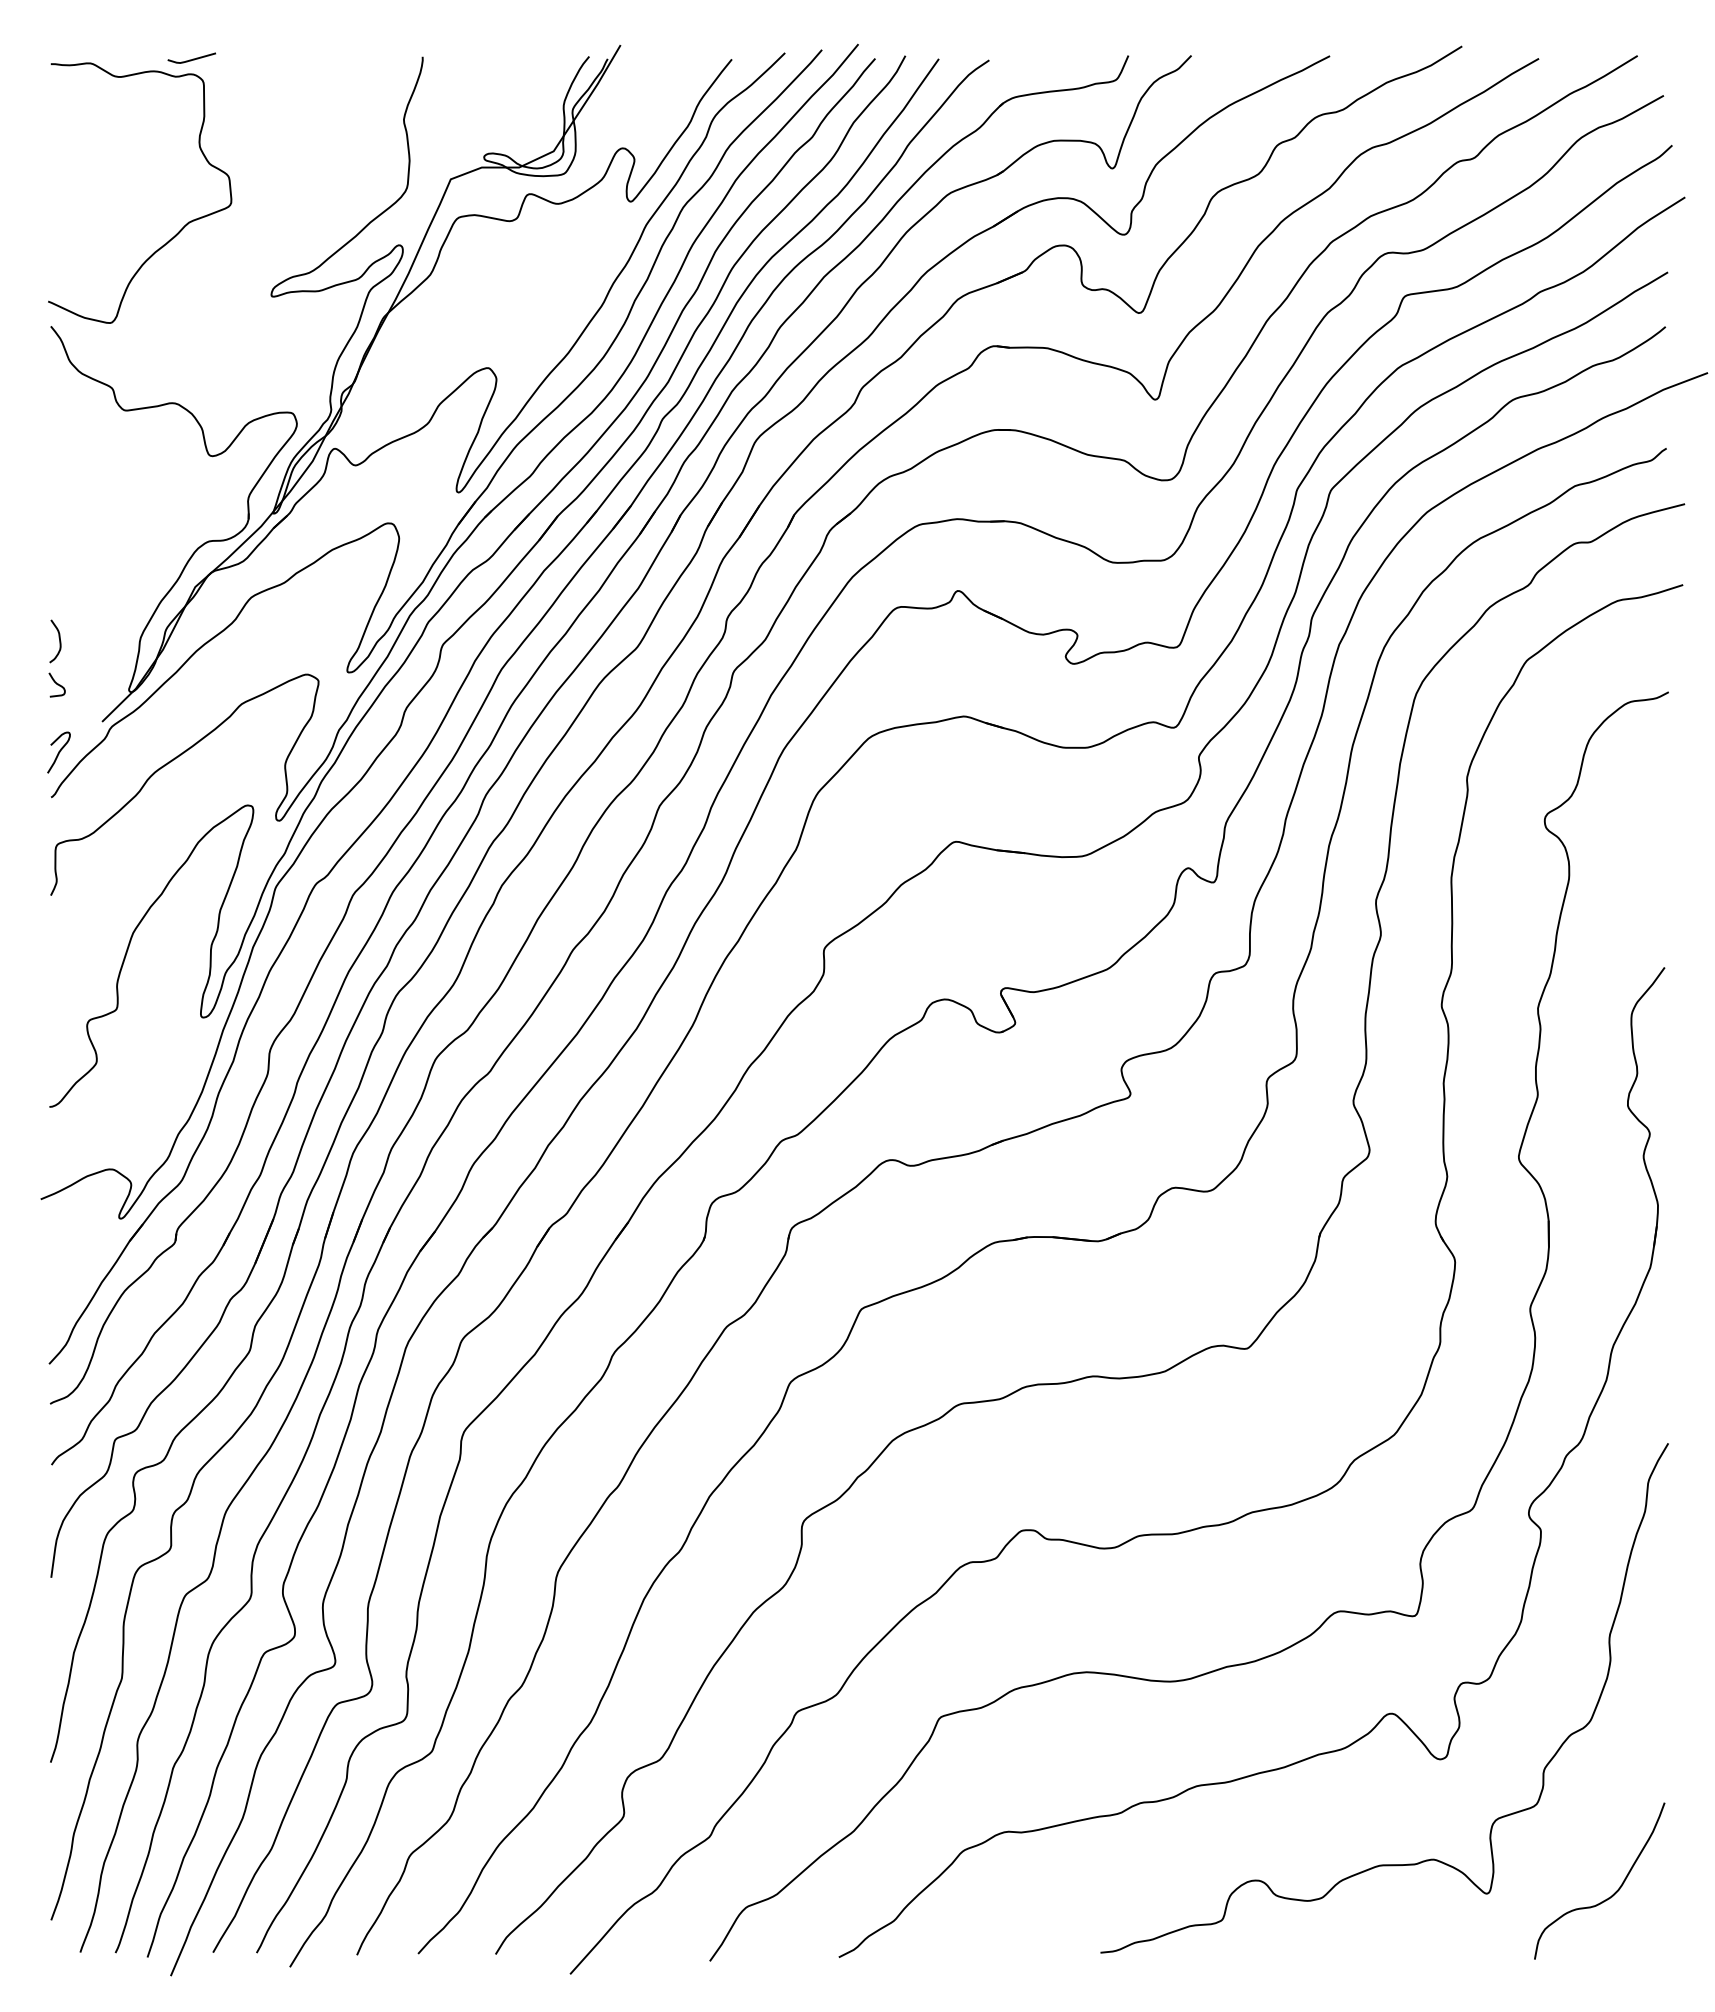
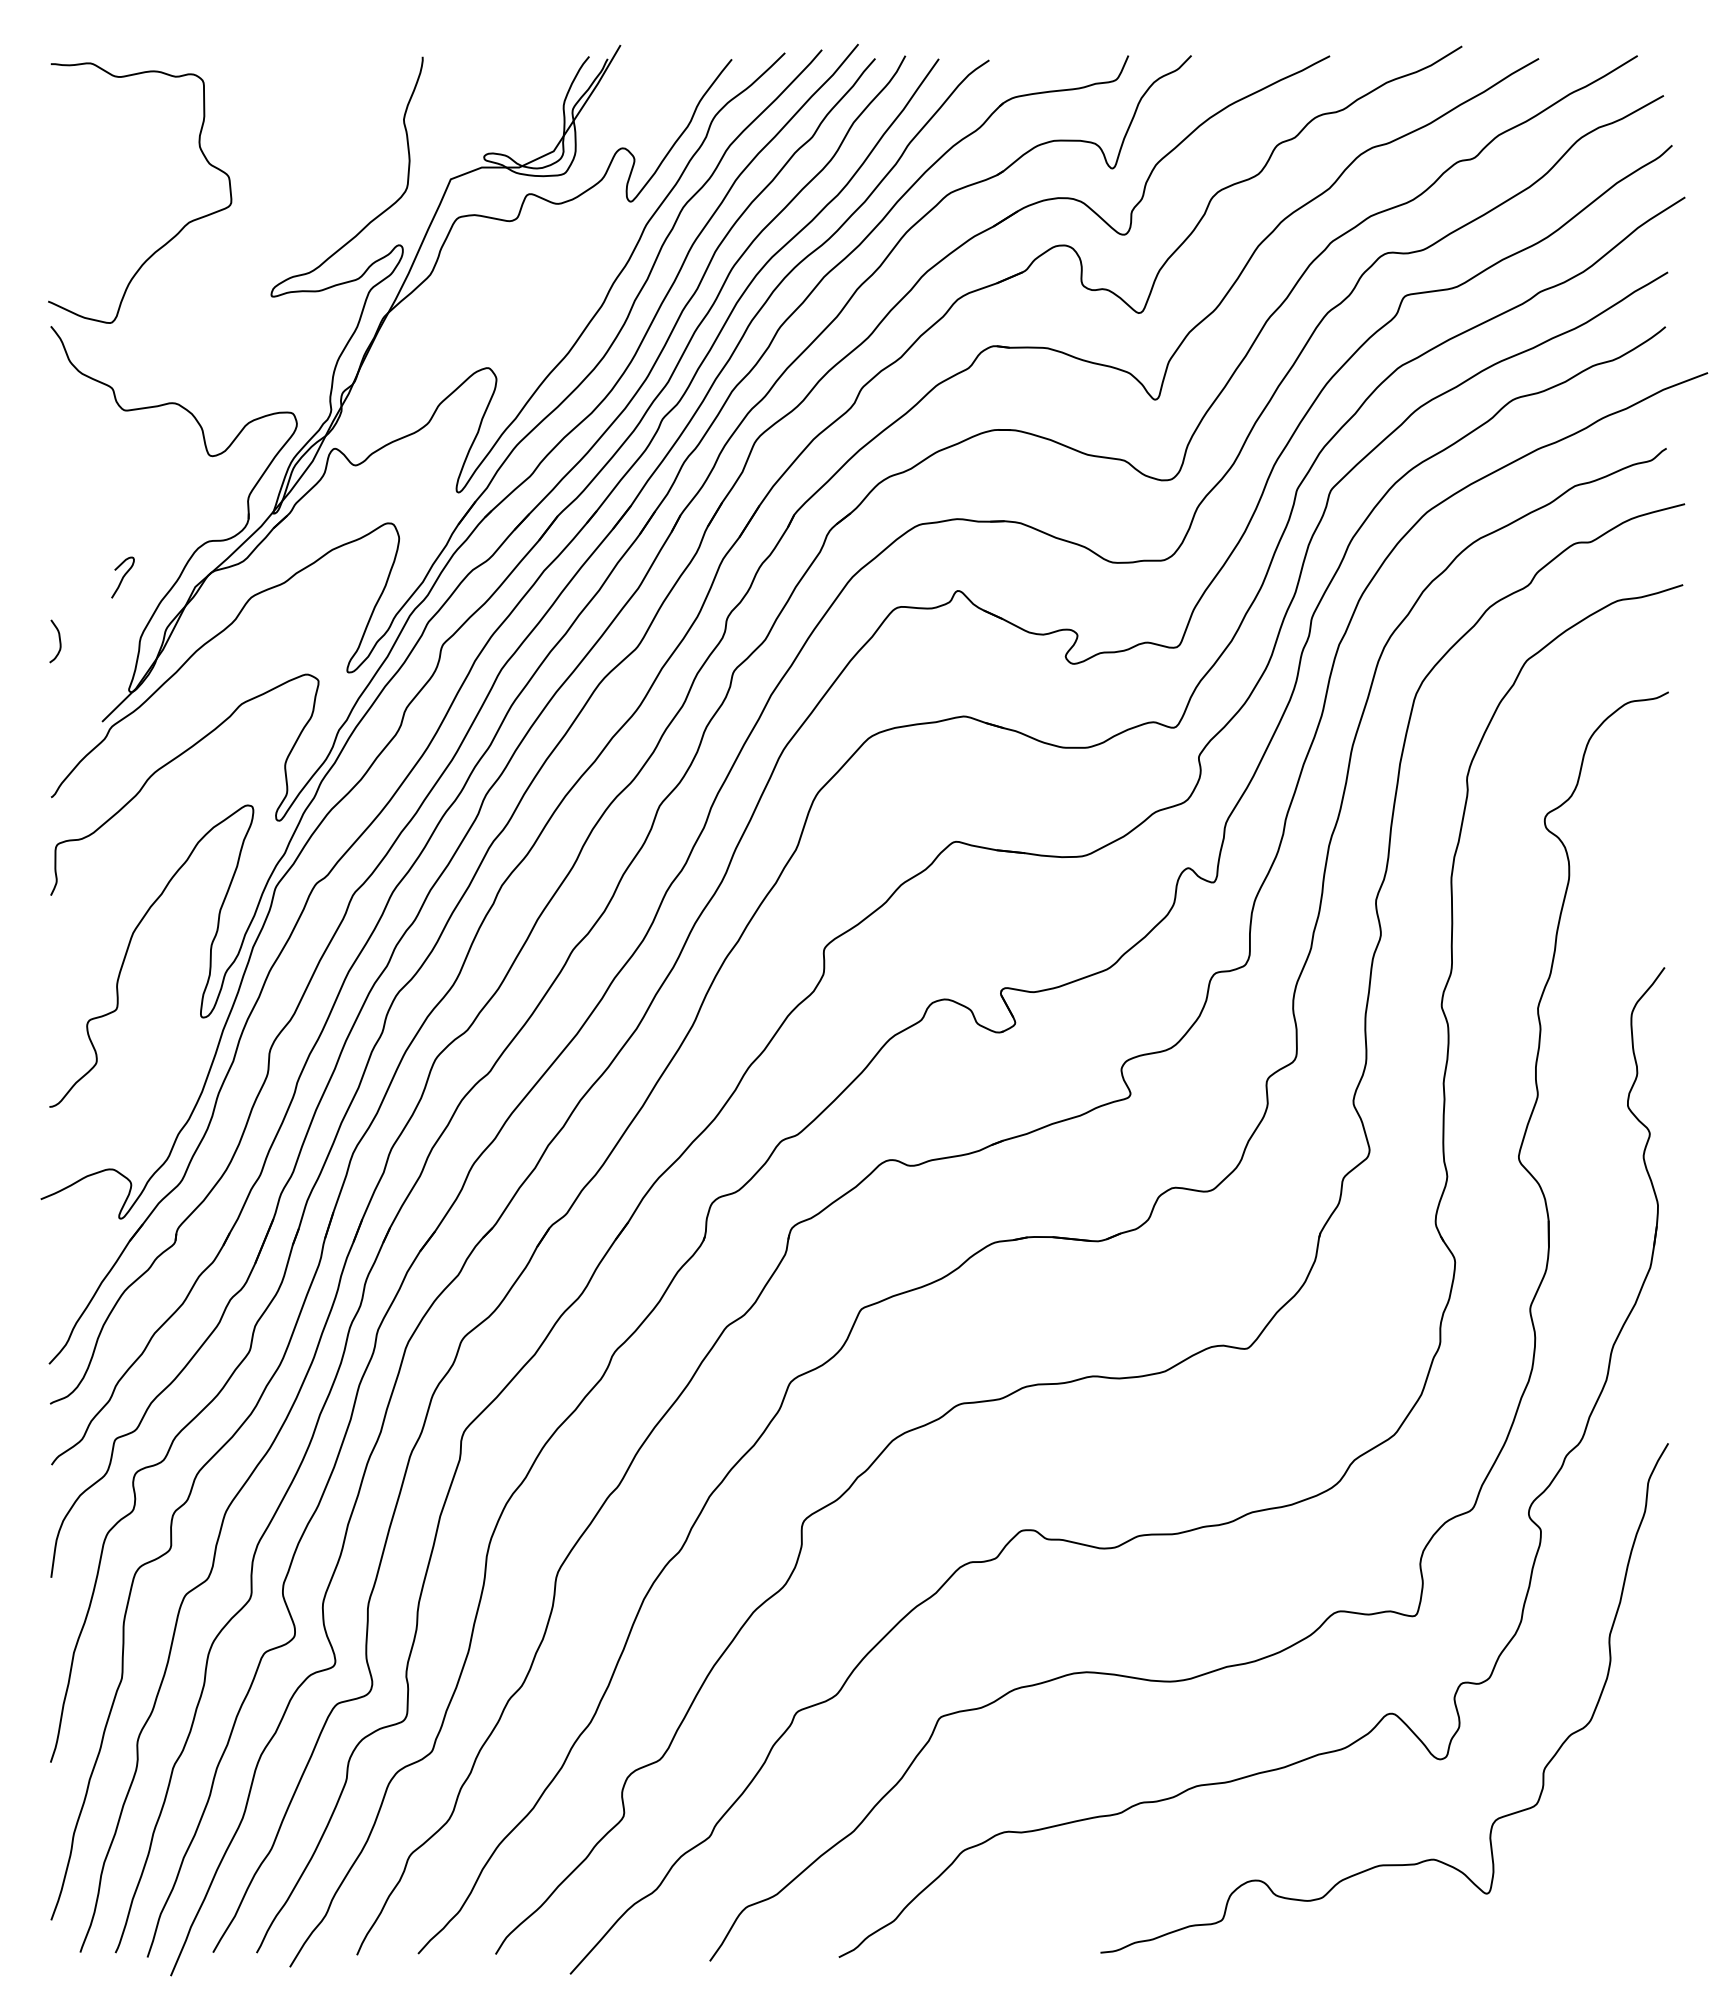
line at (191, 59): present -> none
curve at (56, 684): present -> none
curve at (58, 752) position: (58, 752) -> (122, 577)
curve at (1613, 1893): present -> none
